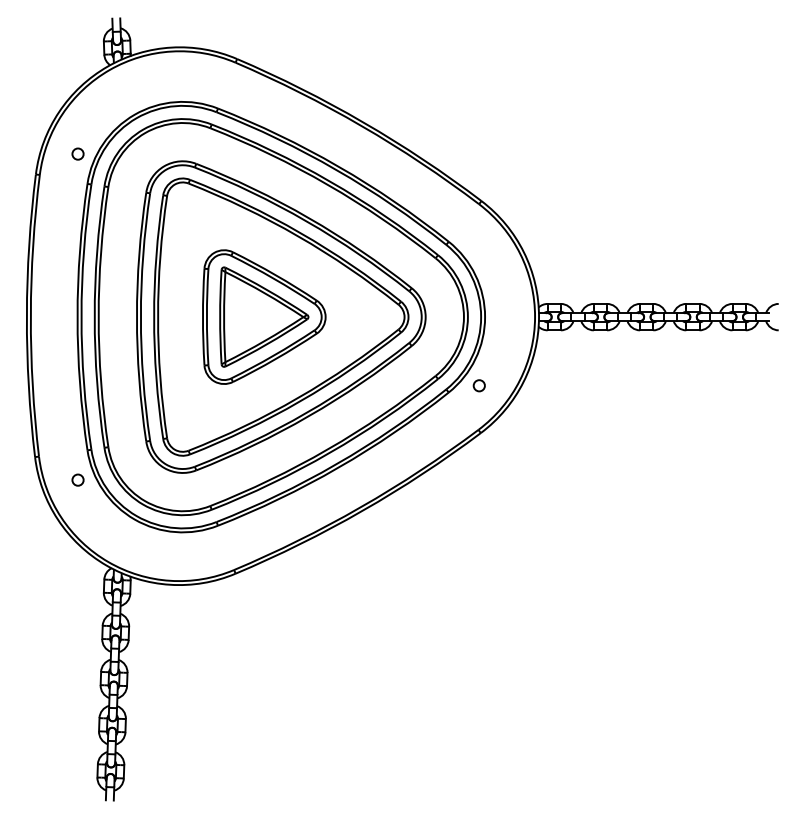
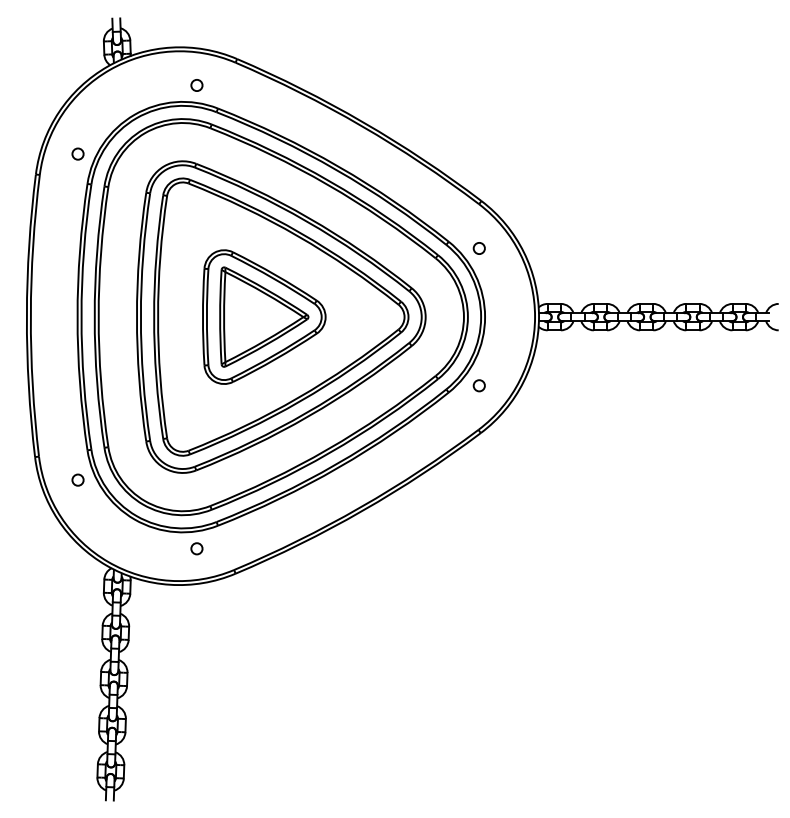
circle at (196, 85): none -> present
circle at (478, 248): none -> present
circle at (196, 548): none -> present
